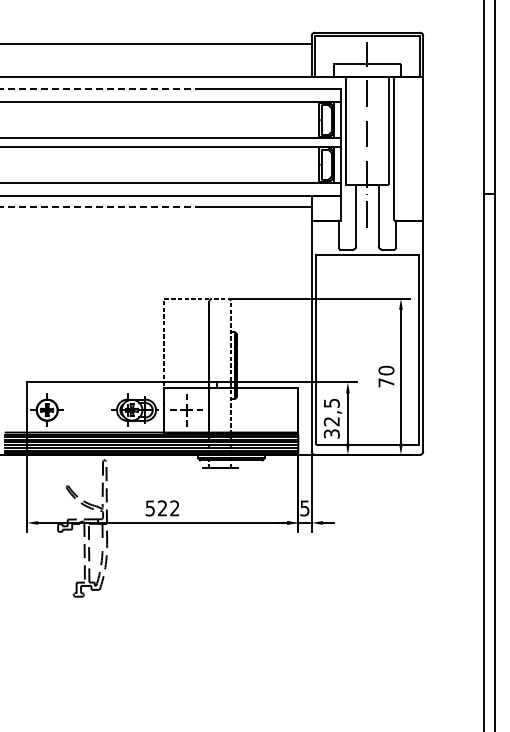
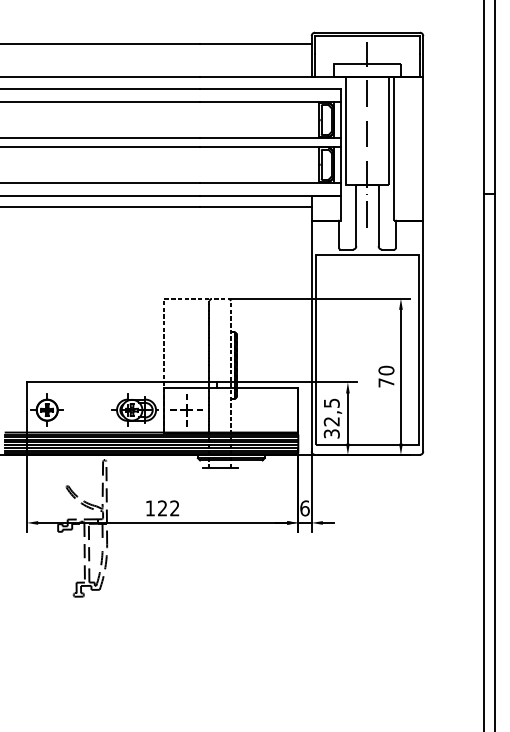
line at (100, 88): dashed -> solid
line at (100, 207): dashed -> solid
text at (149, 508): 522 -> 122
text at (304, 508): 5 -> 6
